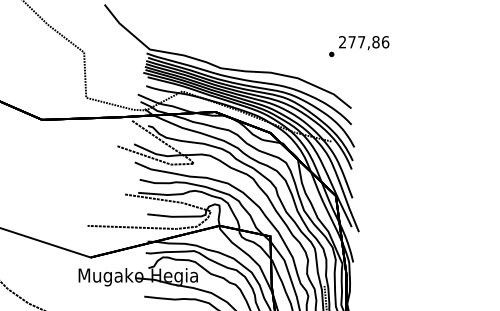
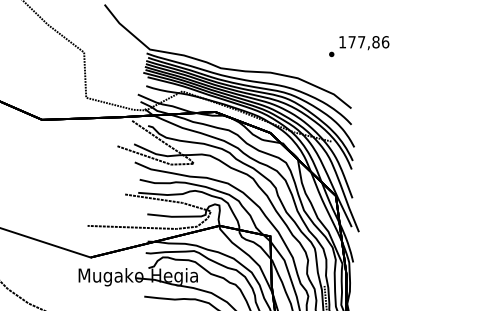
text at (342, 42): 277,86 -> 177,86
